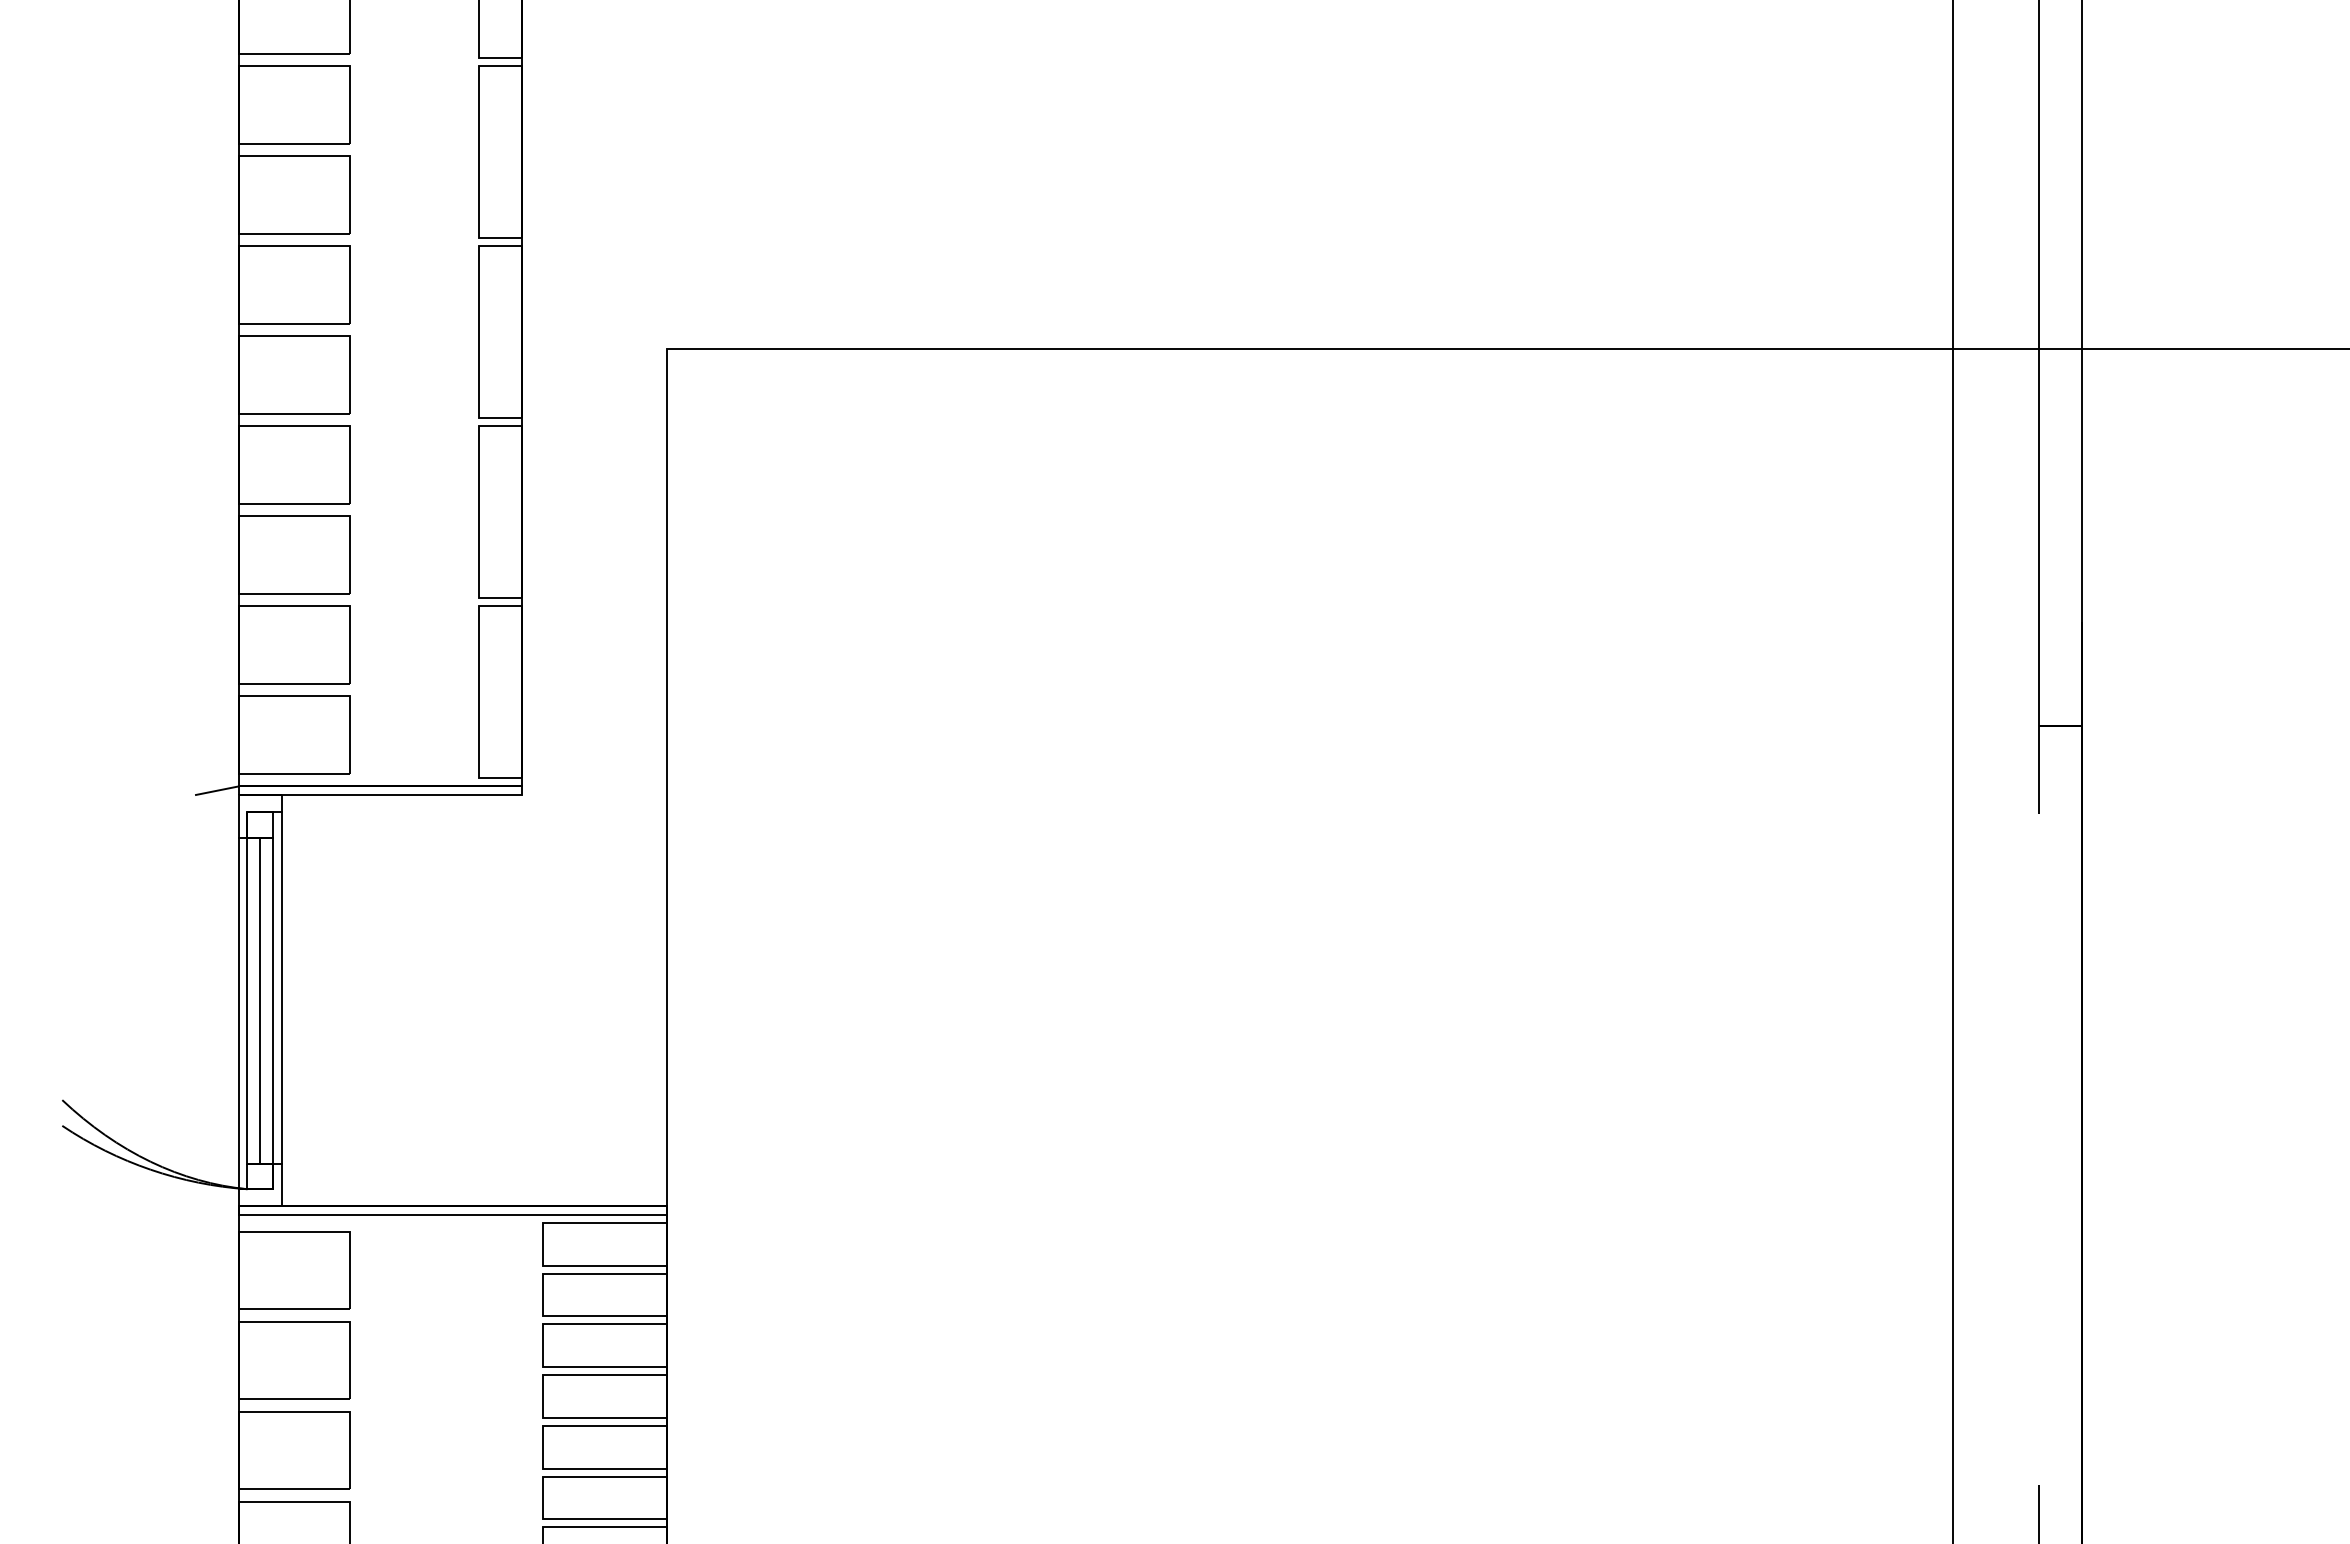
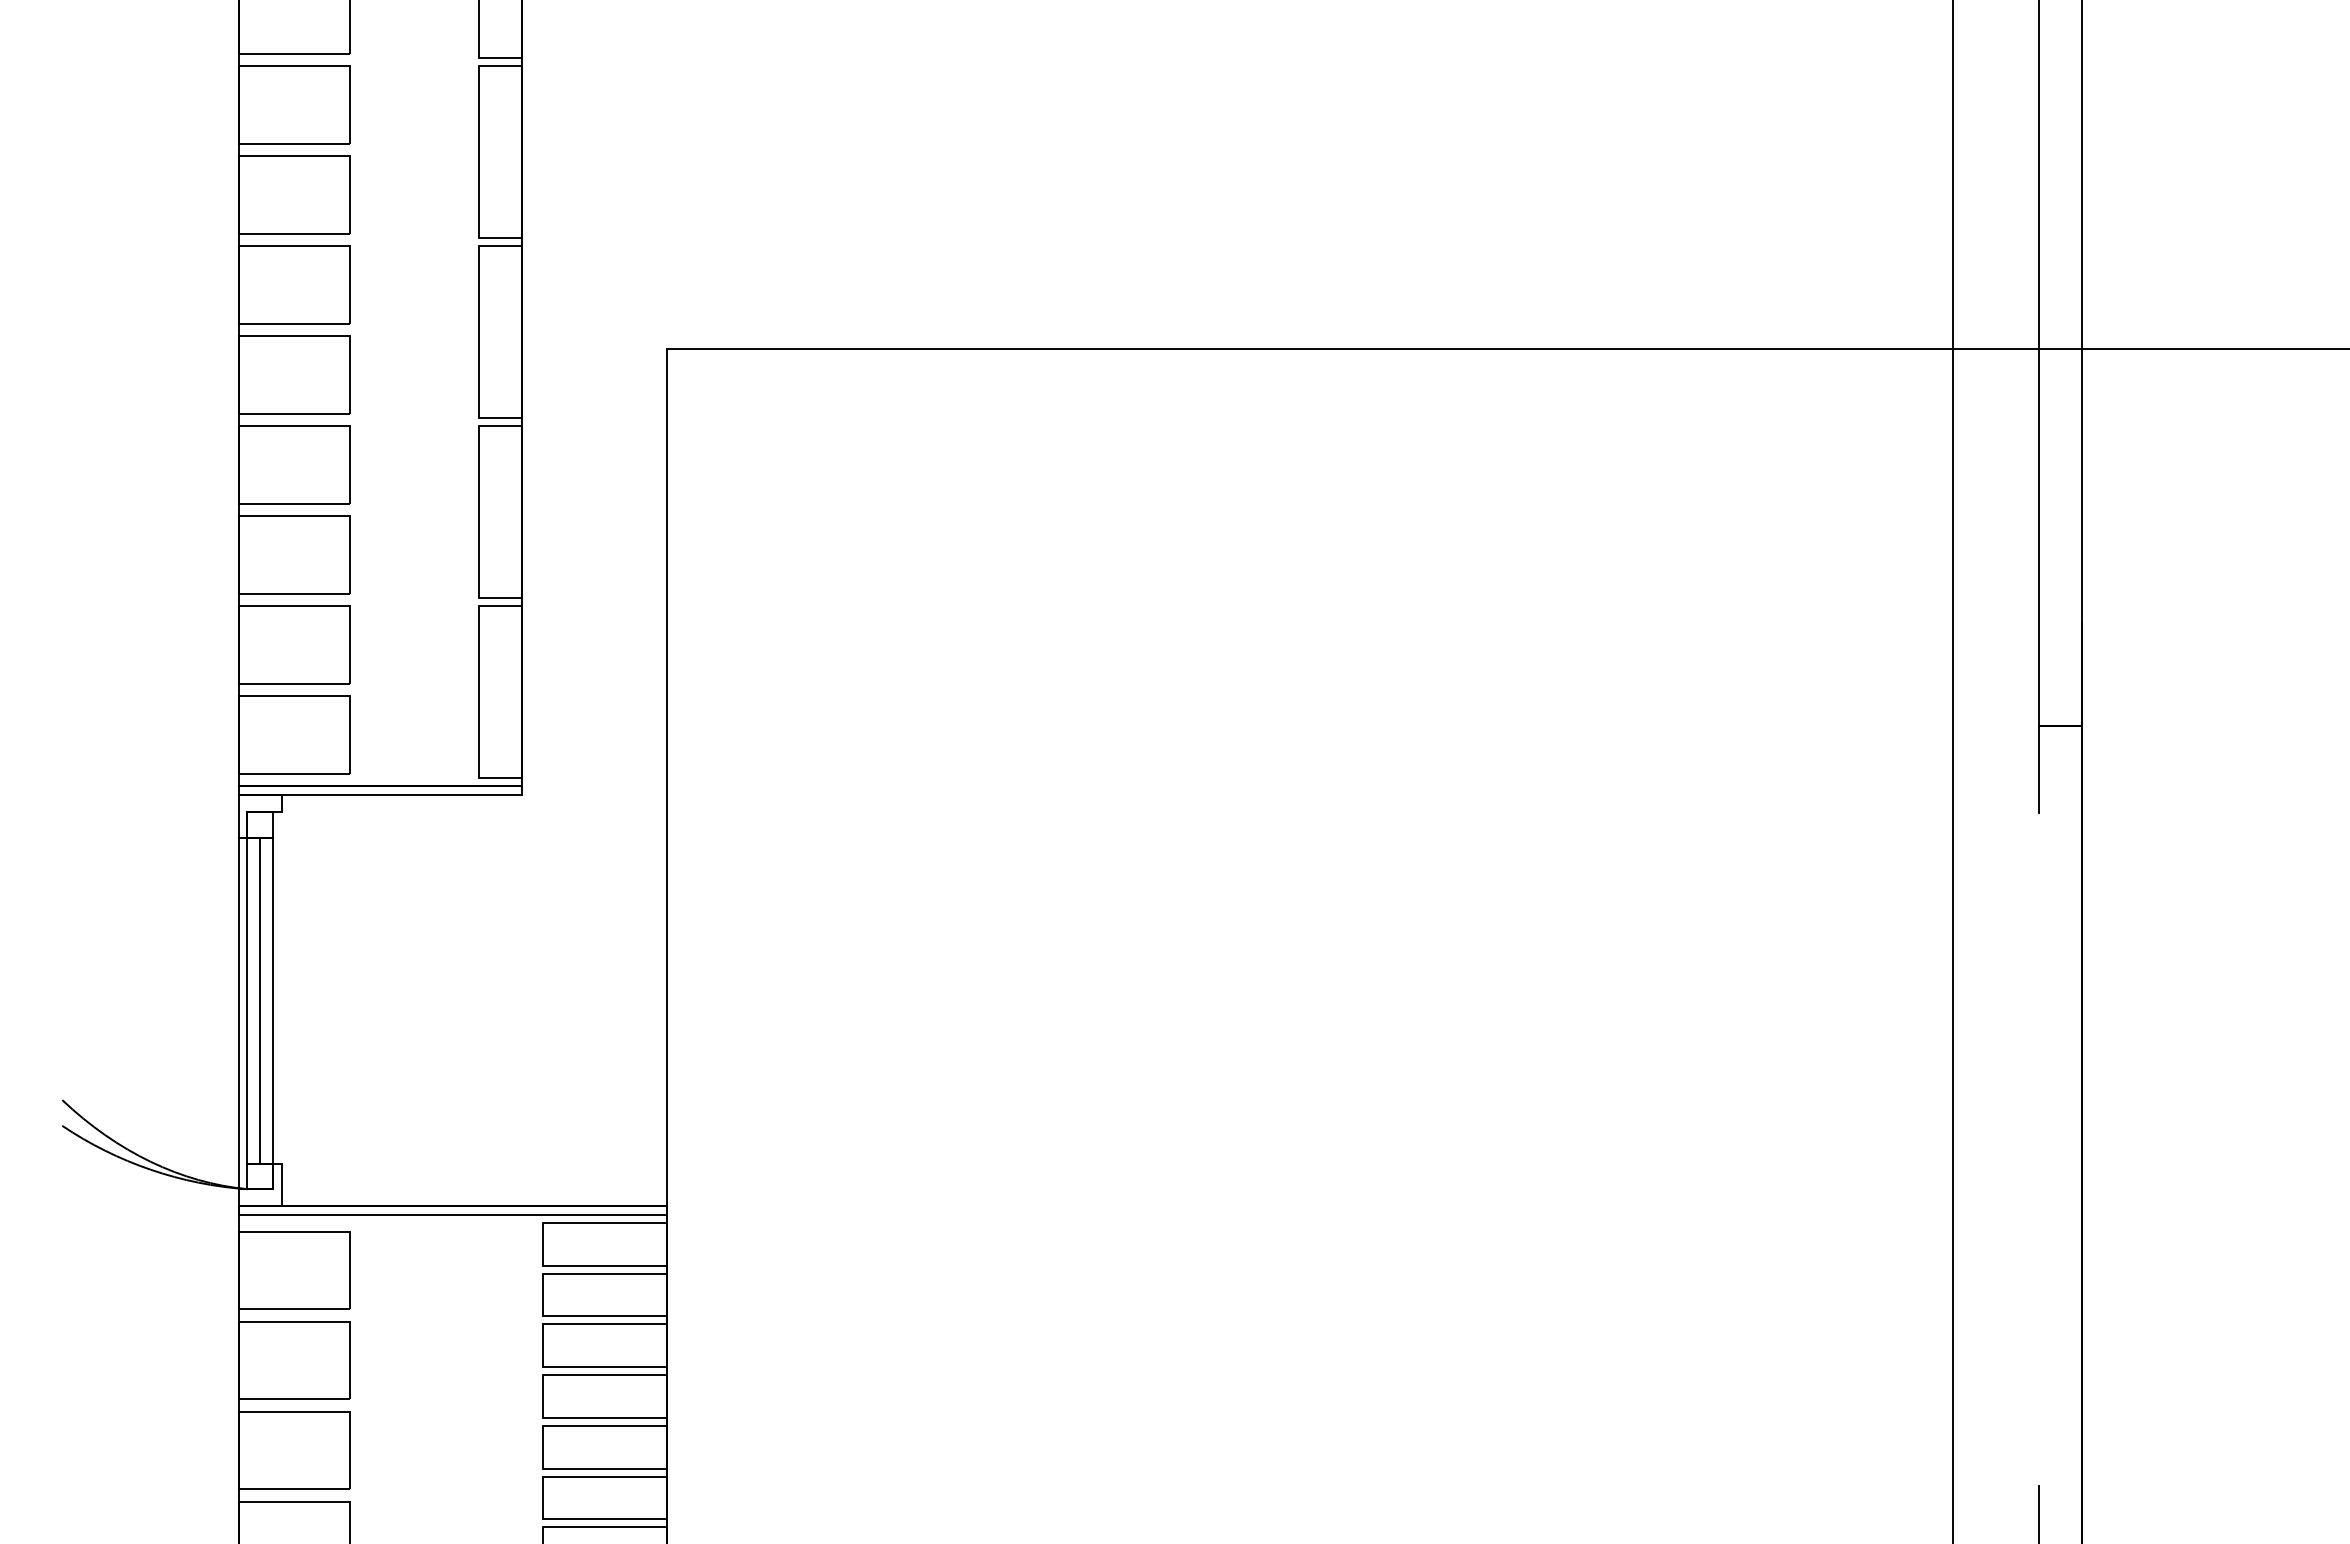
line at (216, 790): present -> none
line at (281, 987): present -> none
